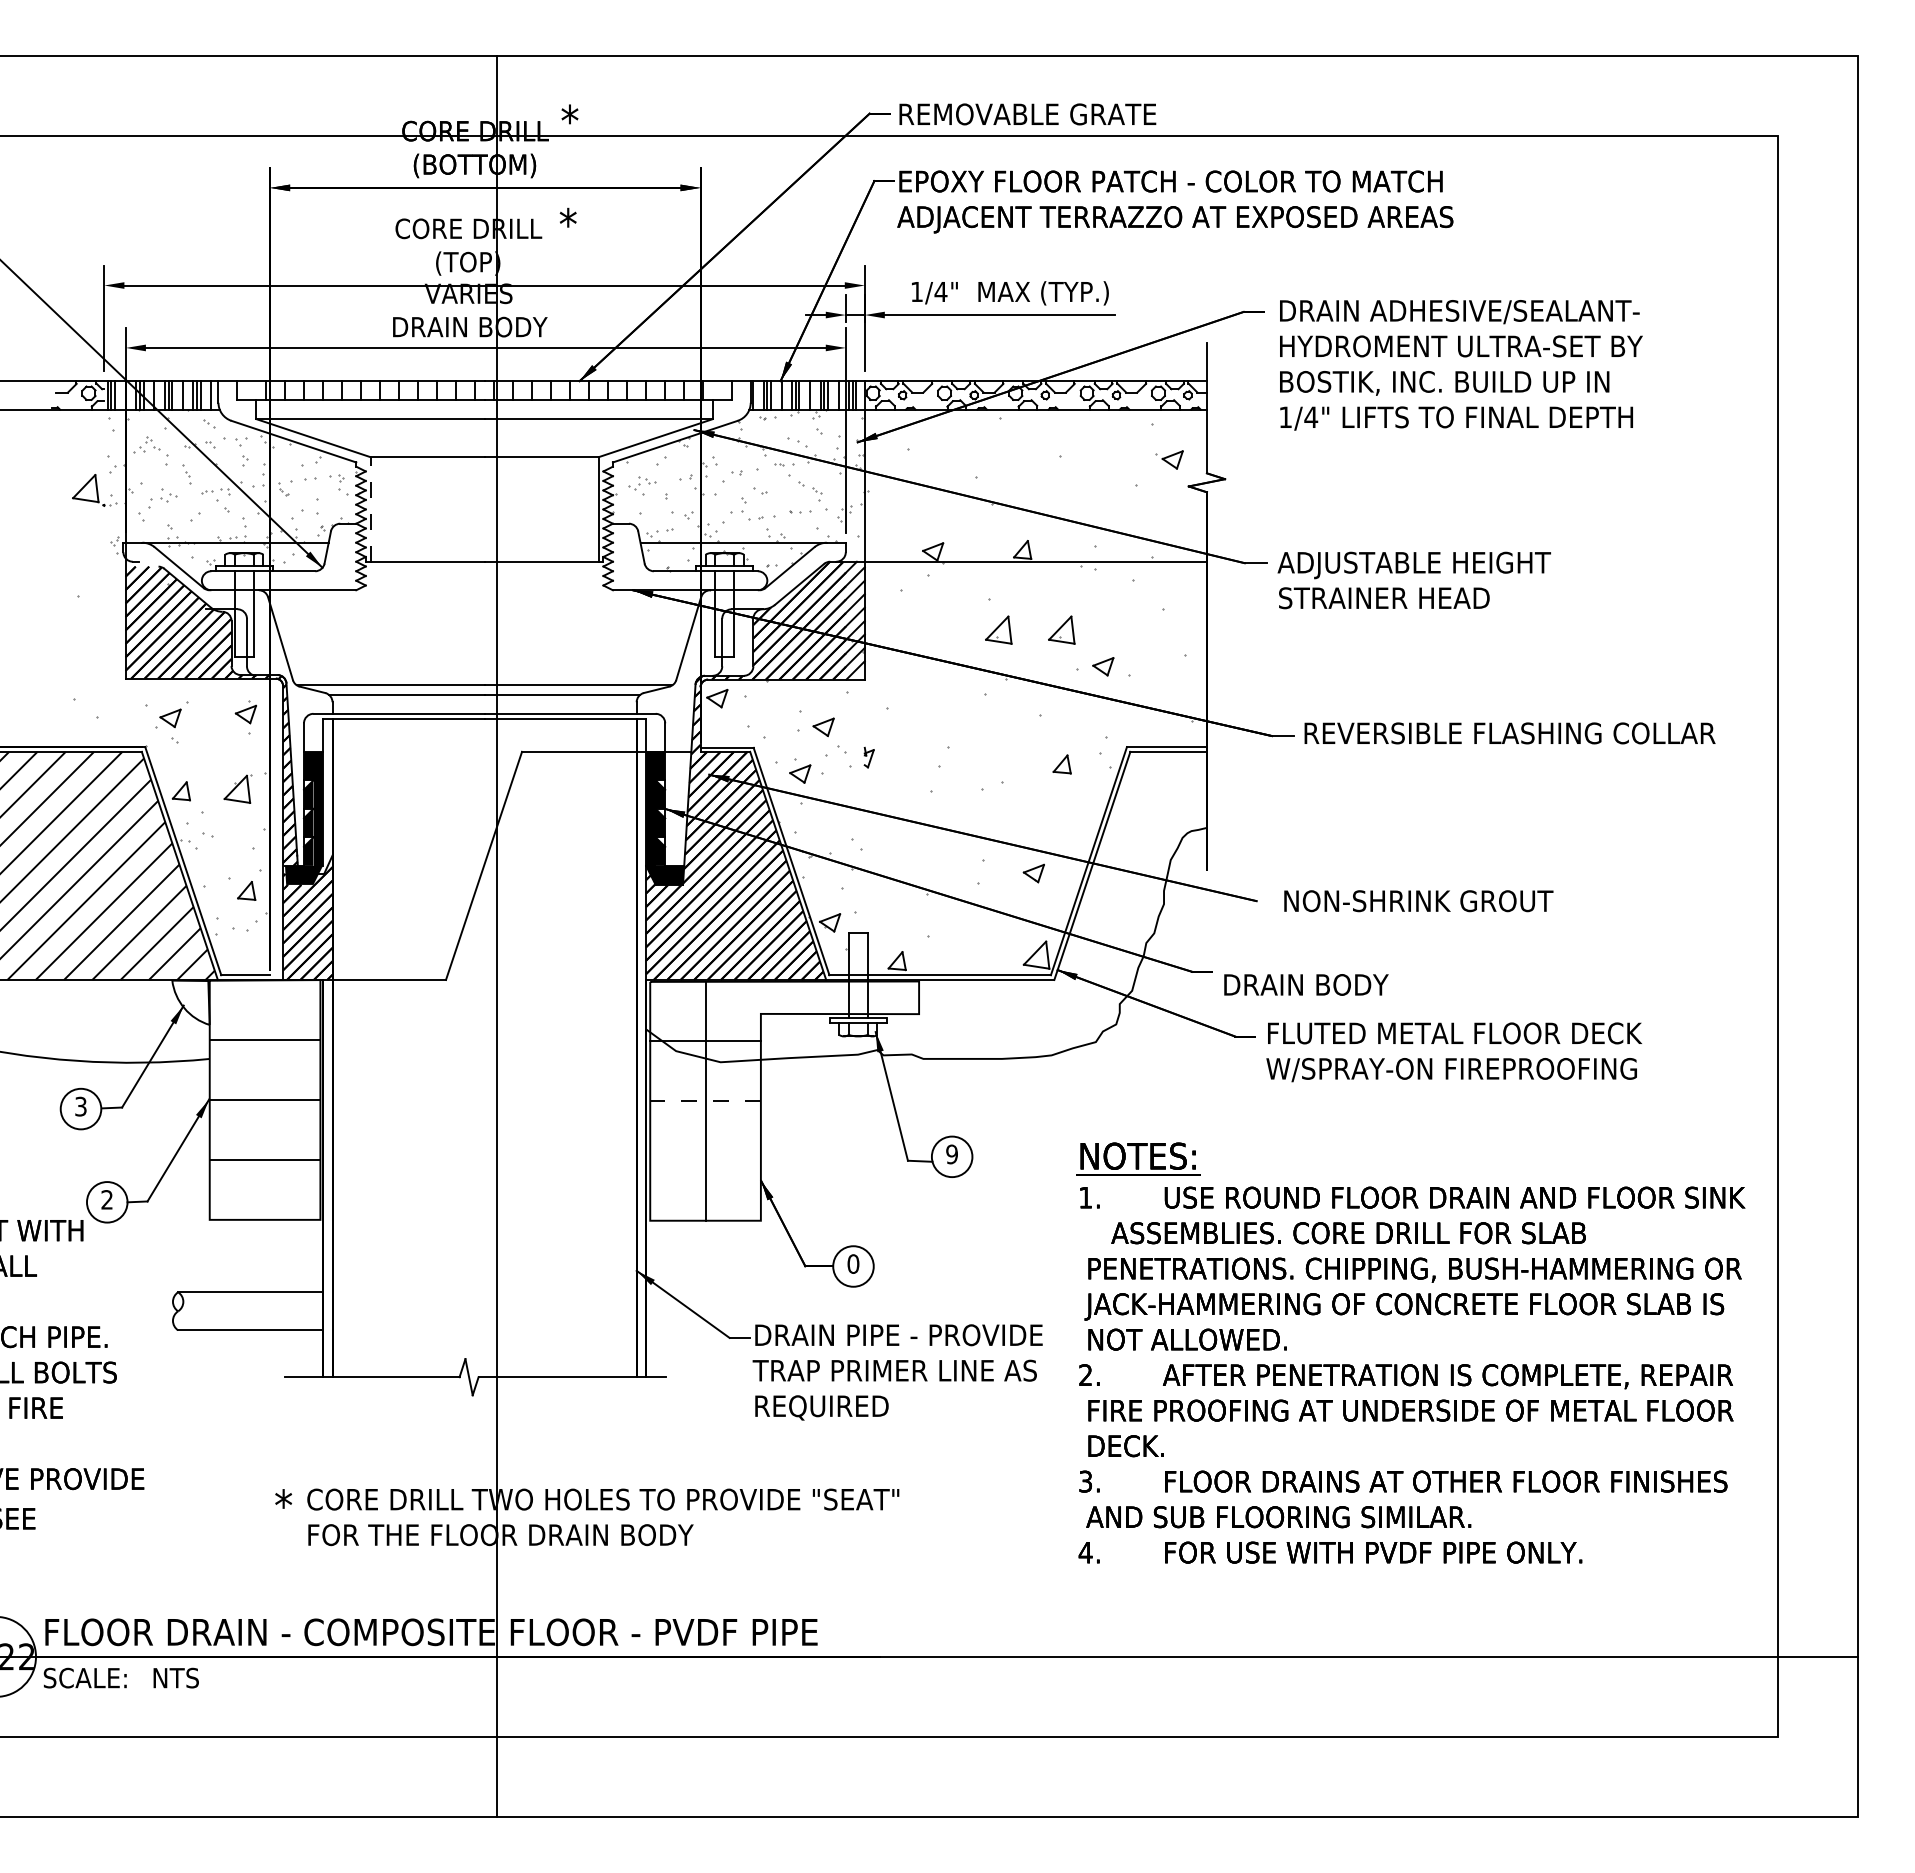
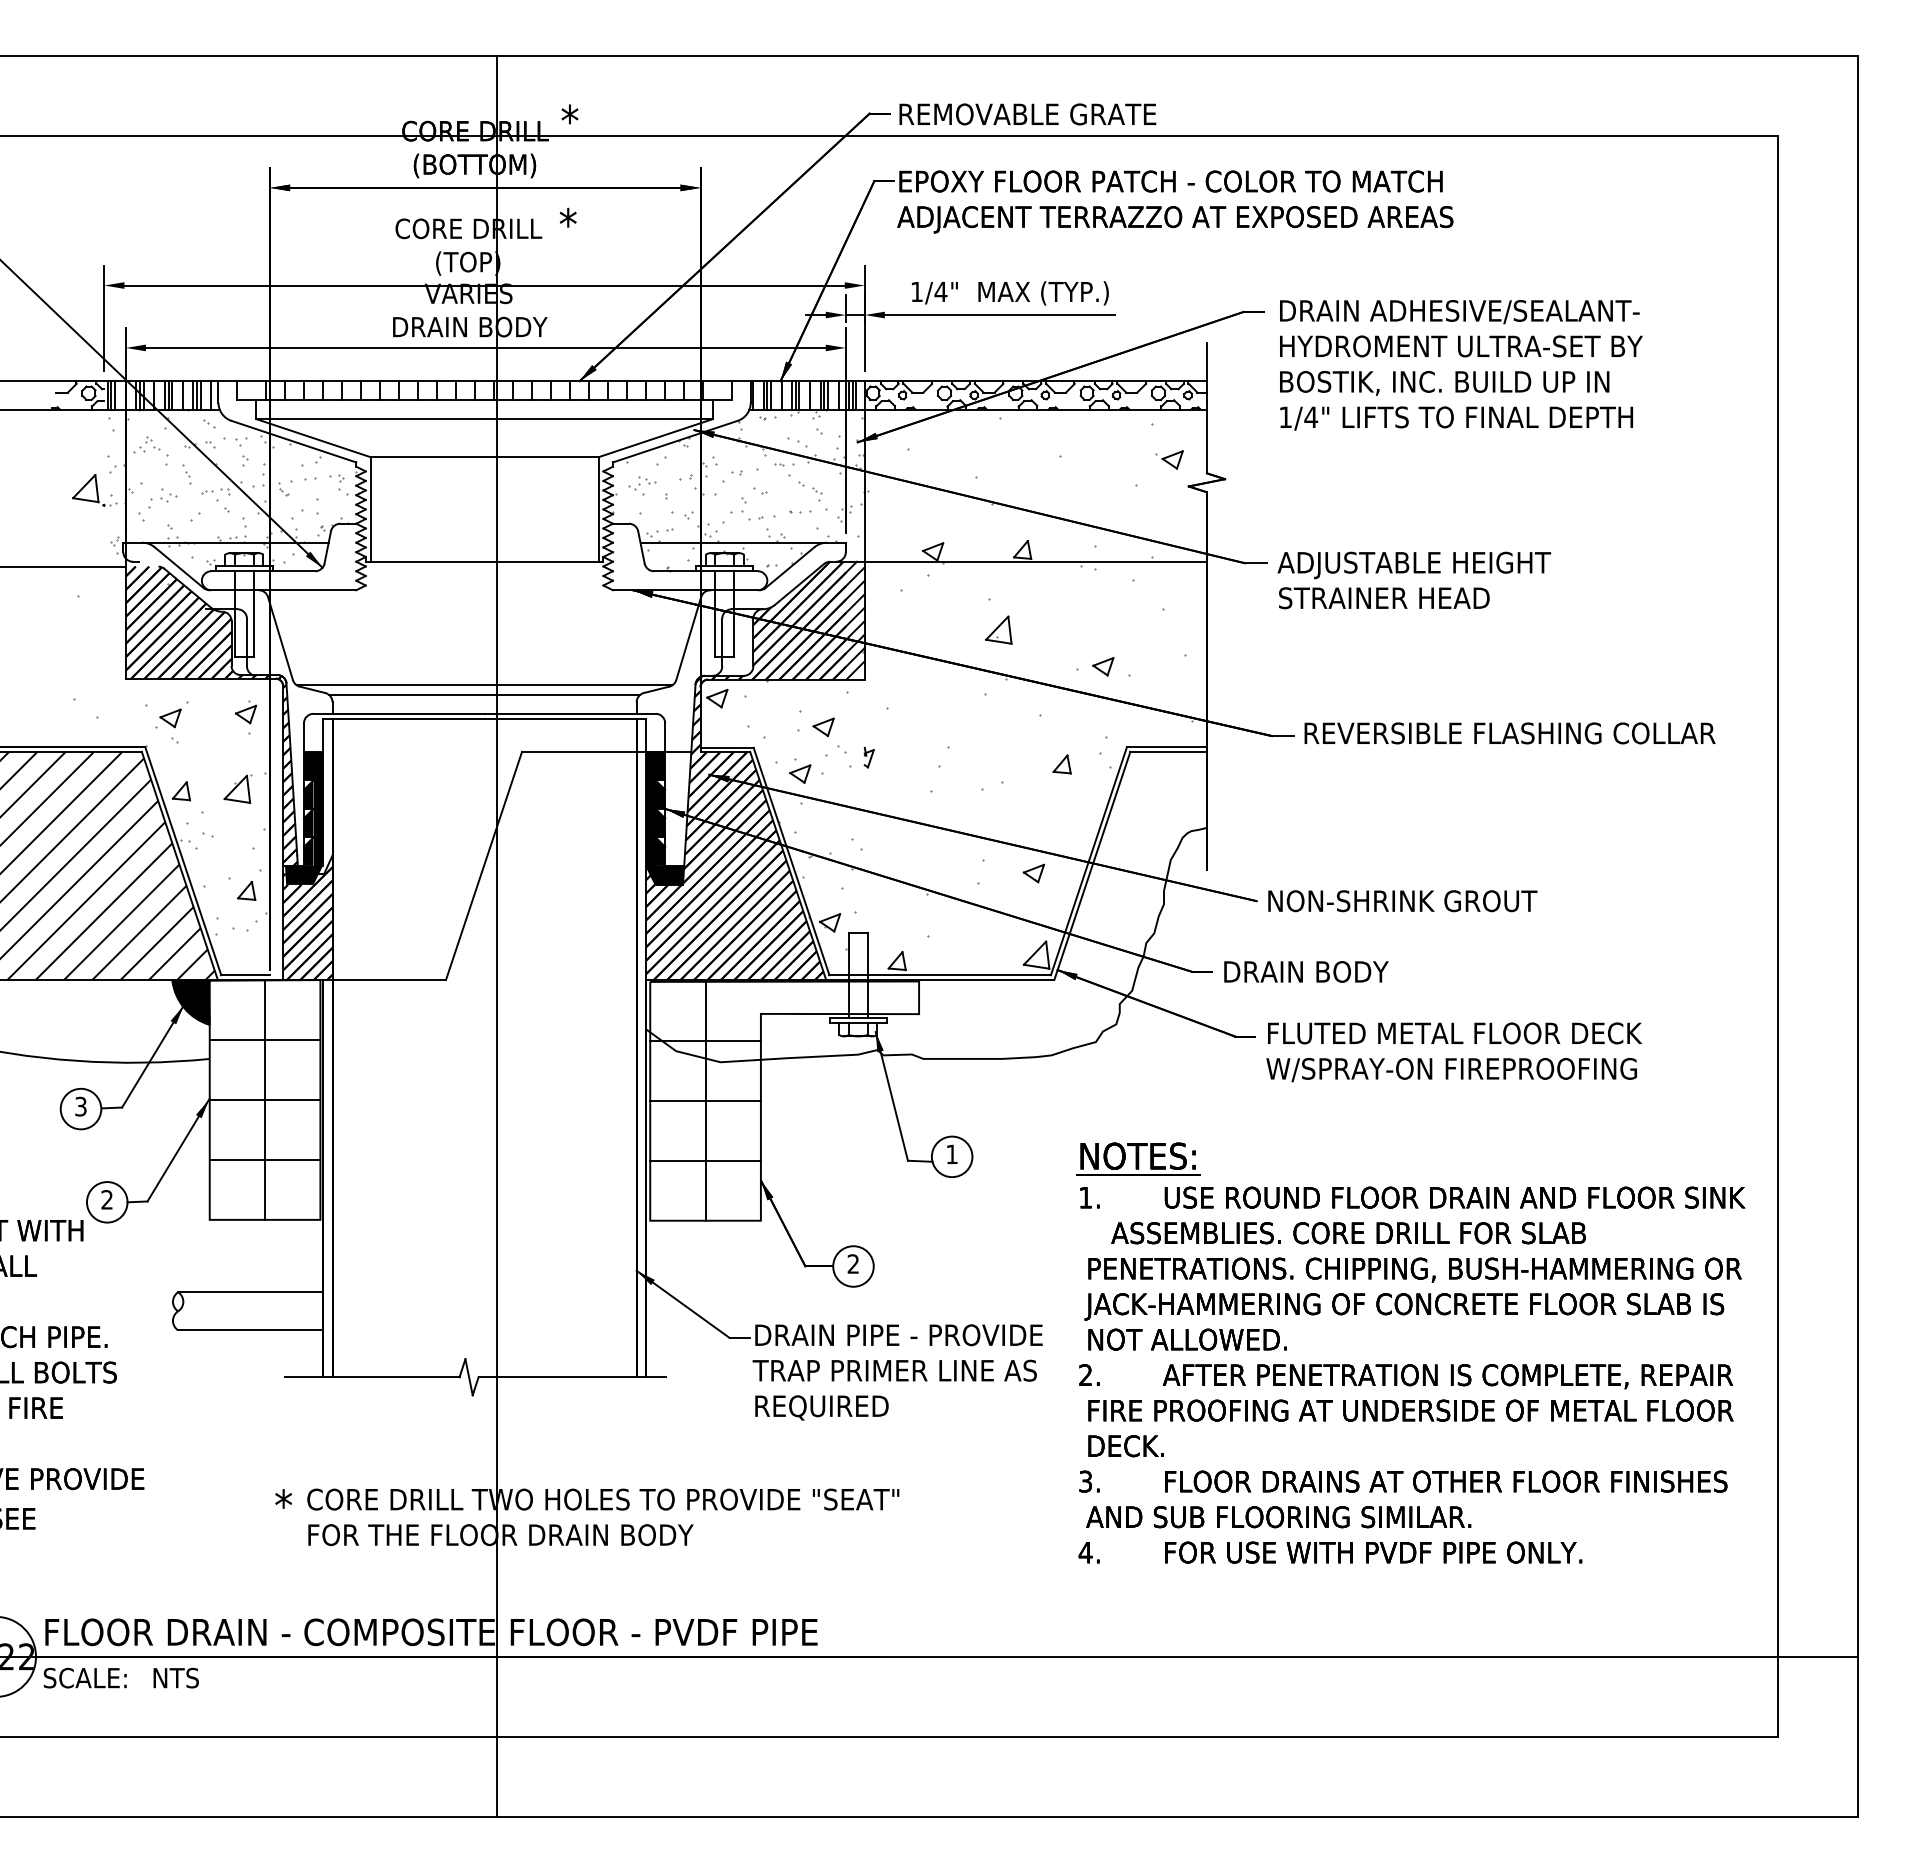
line at (370, 508): dashed -> solid
line at (63, 566): none -> present
part at (1061, 629): present -> none
text at (1418, 901) position: (1418, 901) -> (1402, 901)
text at (1306, 984) position: (1306, 984) -> (1306, 971)
fill at (190, 1002): none -> present
line at (265, 1100): none -> present
line at (705, 1100): dashed -> solid
text at (951, 1154): 9 -> 1
line at (705, 1160): none -> present
text at (853, 1263): 0 -> 2
